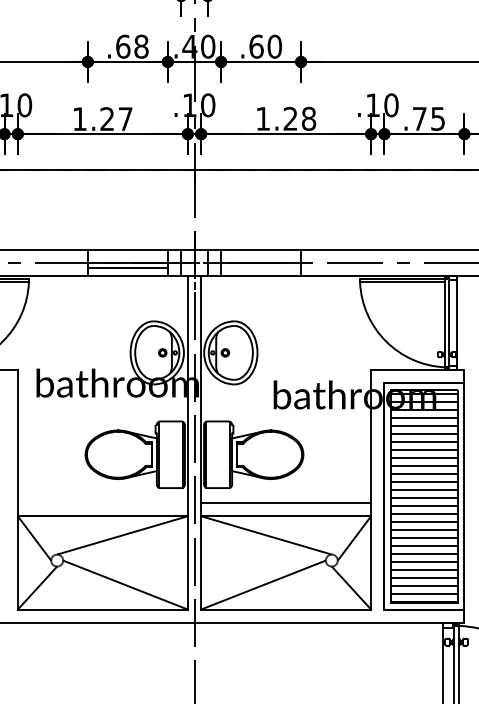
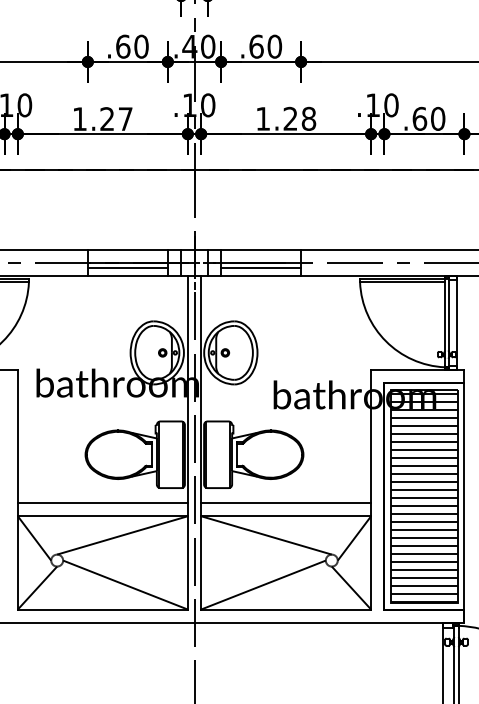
text at (141, 46): .68 -> .60
text at (428, 118): .75 -> .60
line at (261, 268): none -> present
line at (102, 502): none -> present
